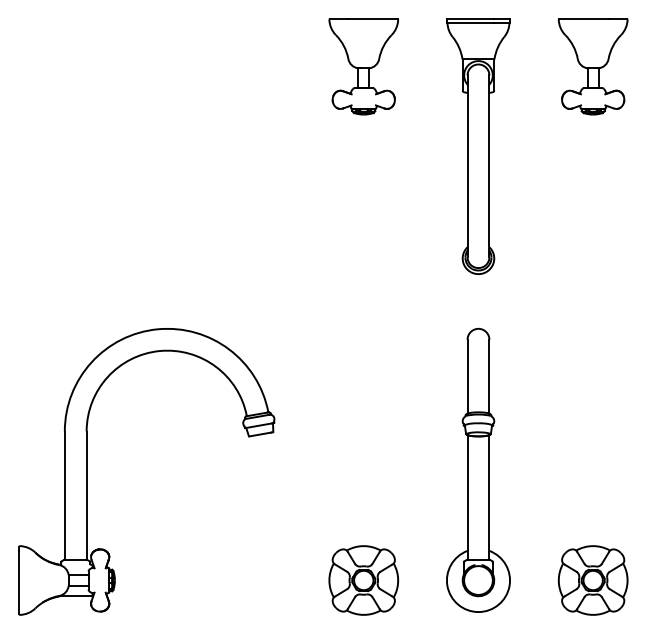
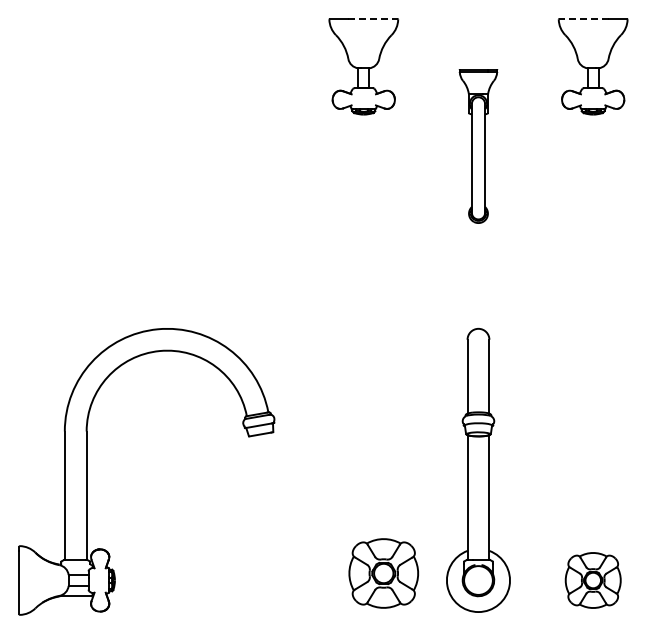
line at (373, 19): solid -> dashed
line at (583, 19): solid -> dashed
part at (478, 146) size: 65x257 px -> 41x155 px
part at (363, 580) position: (363, 580) -> (383, 573)
part at (593, 580) size: 71x71 px -> 58x57 px
